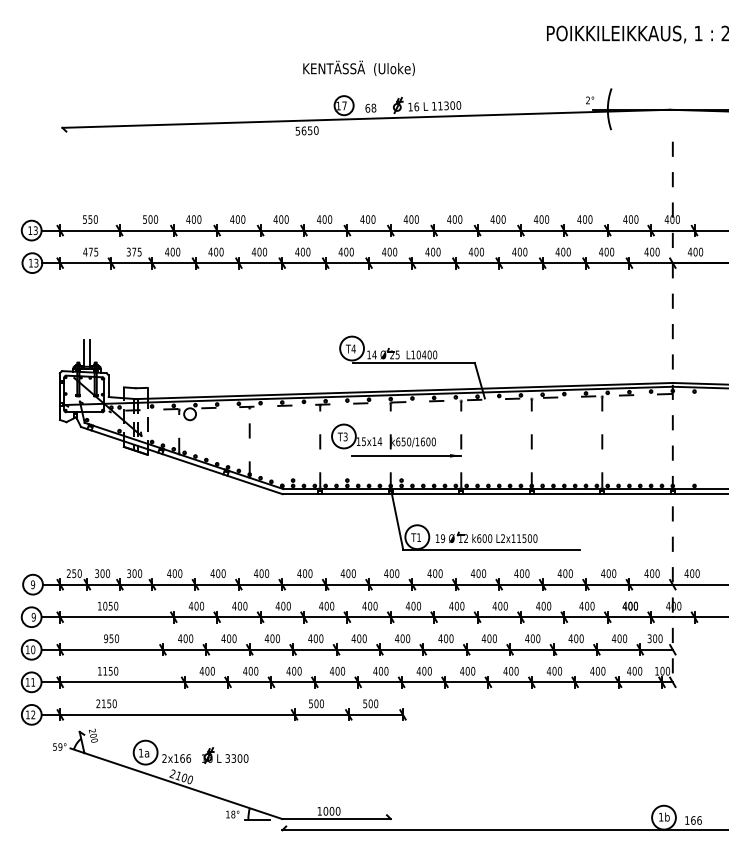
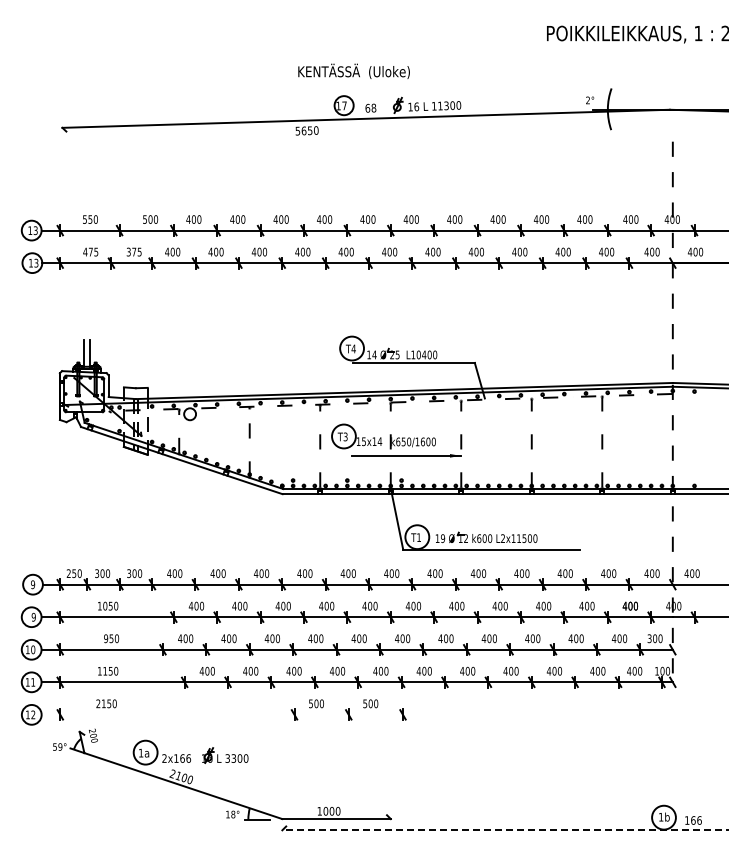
text at (358, 67) position: (358, 67) -> (353, 70)
line at (222, 714): present -> none
line at (505, 830): solid -> dashed
